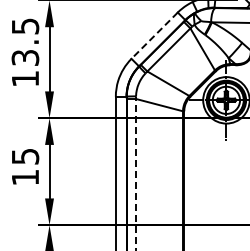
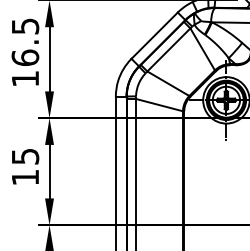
line at (154, 35): dashed -> solid
text at (25, 57): 13.5 -> 16.5
line at (135, 174): dashed -> solid
